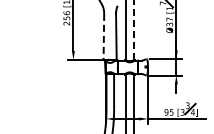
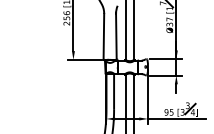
line at (134, 30): dashed -> solid
line at (103, 36): dashed -> solid
